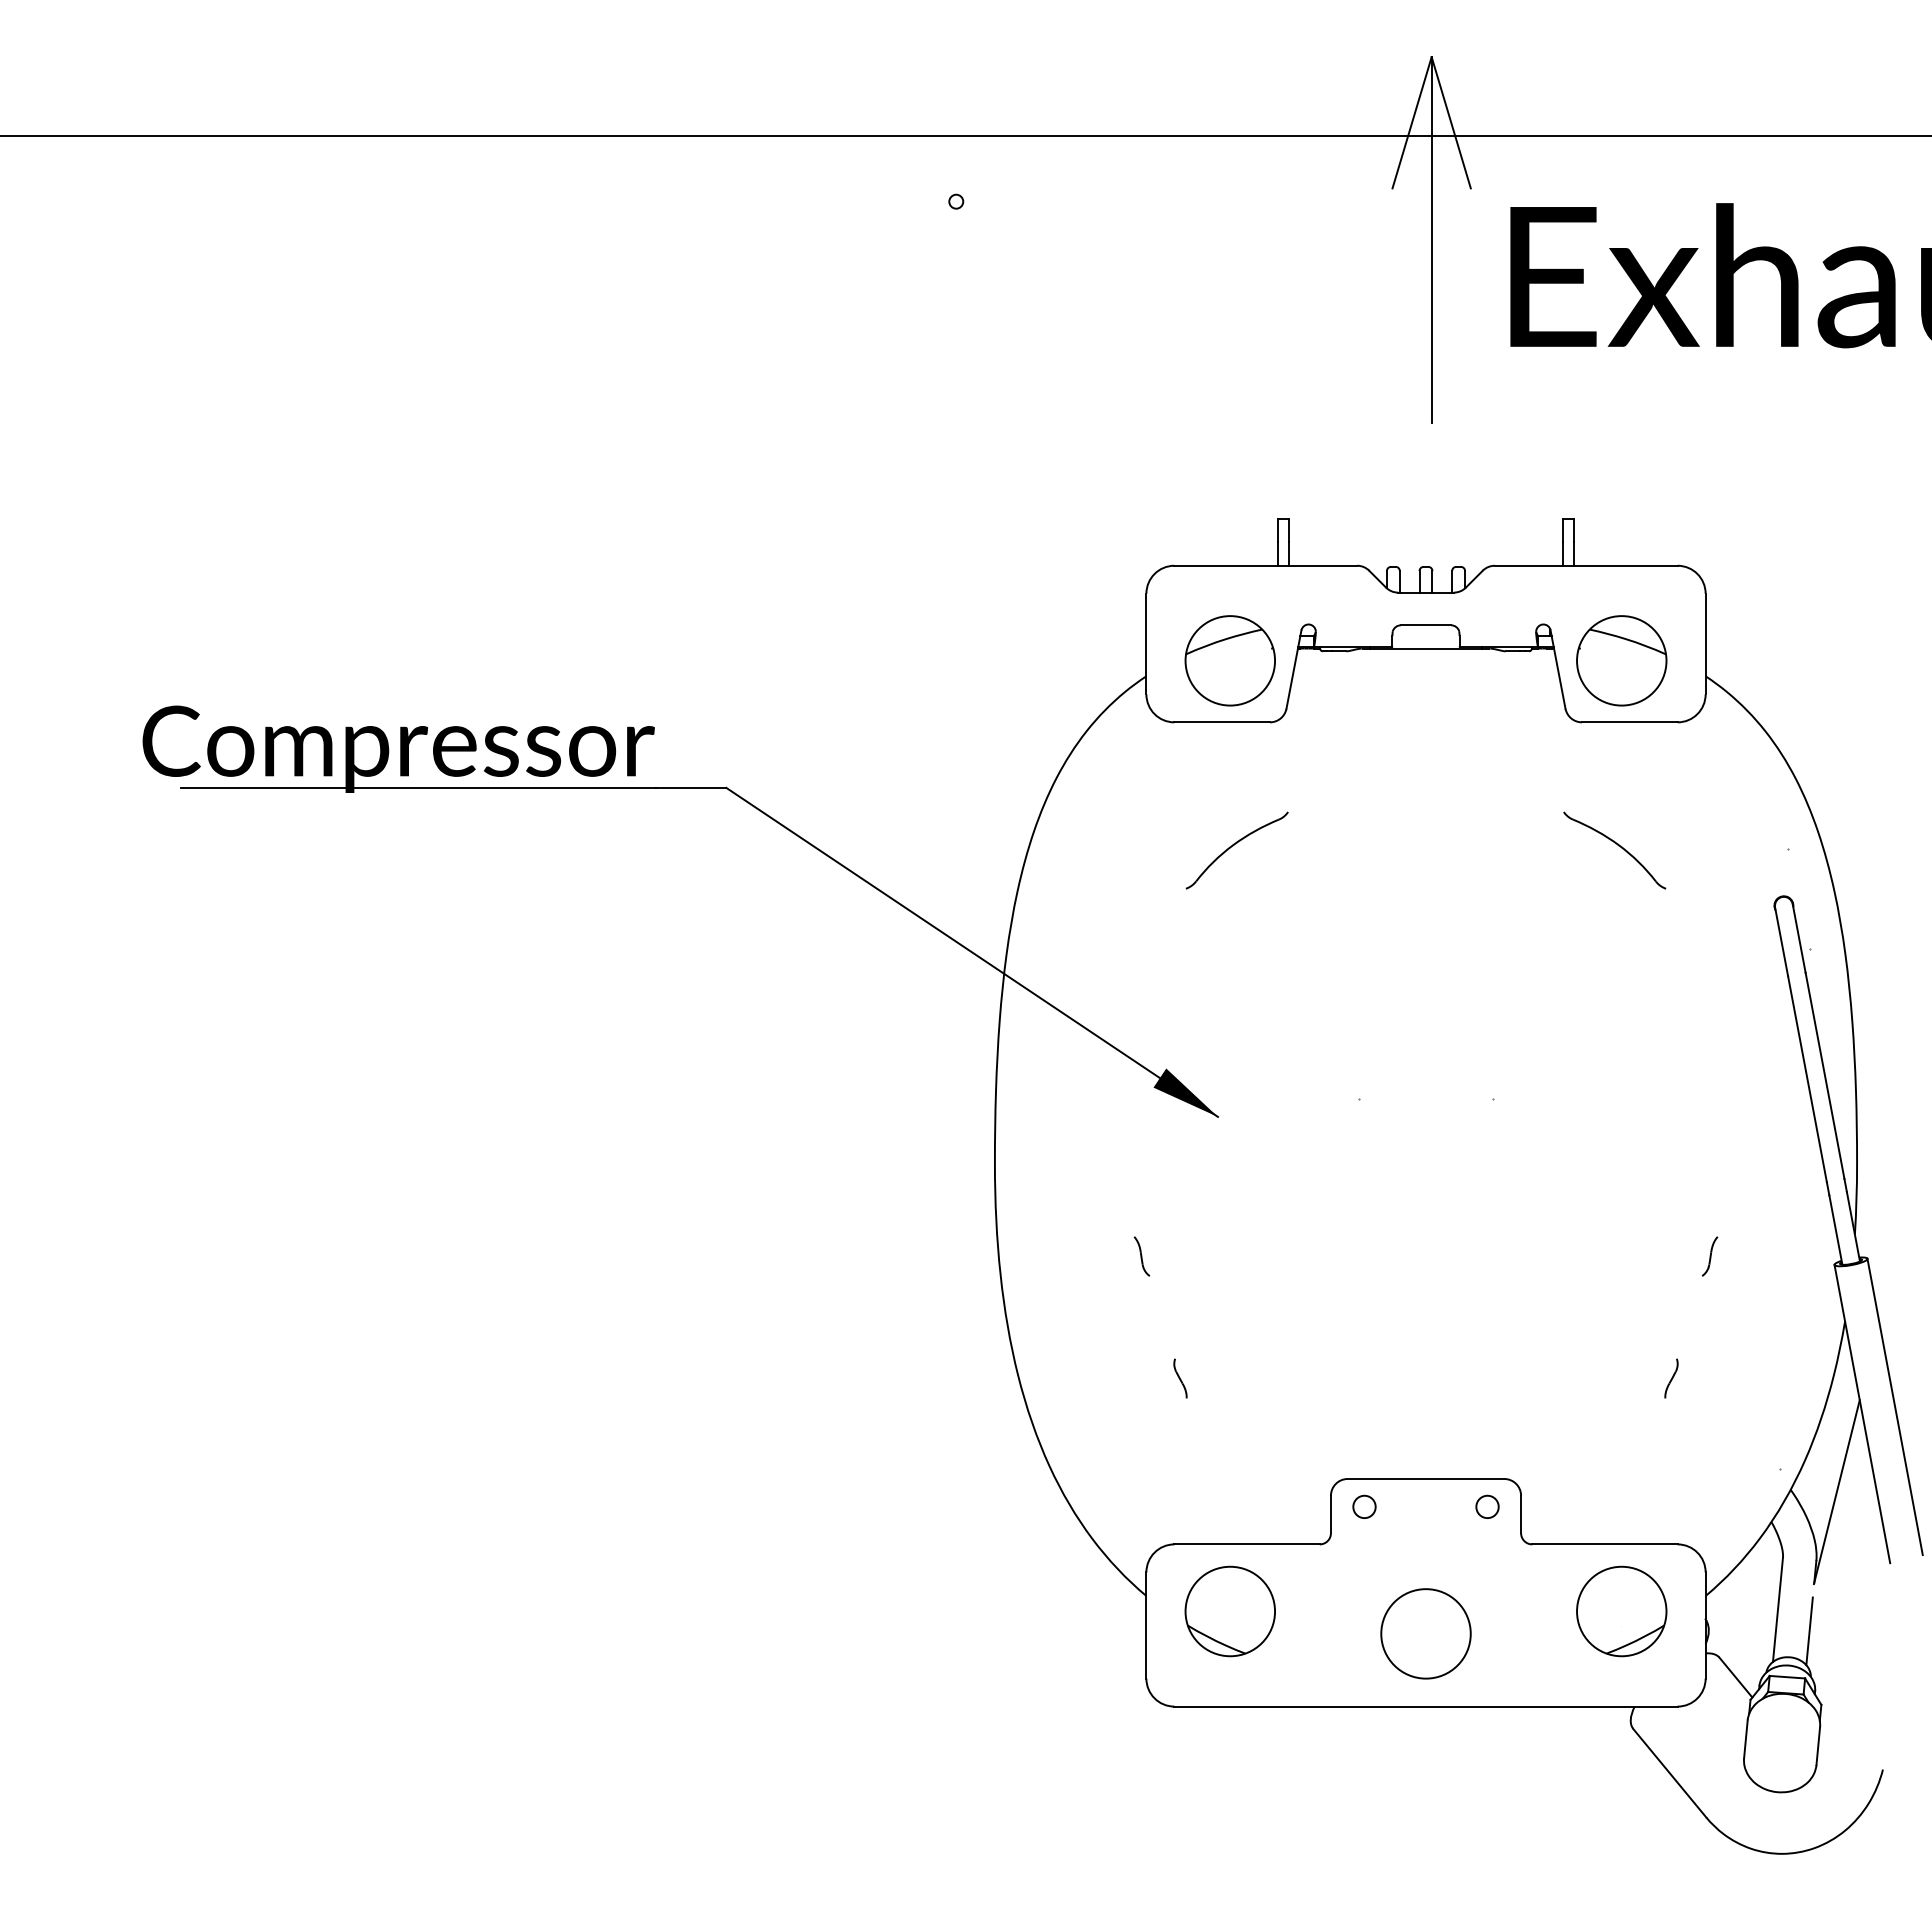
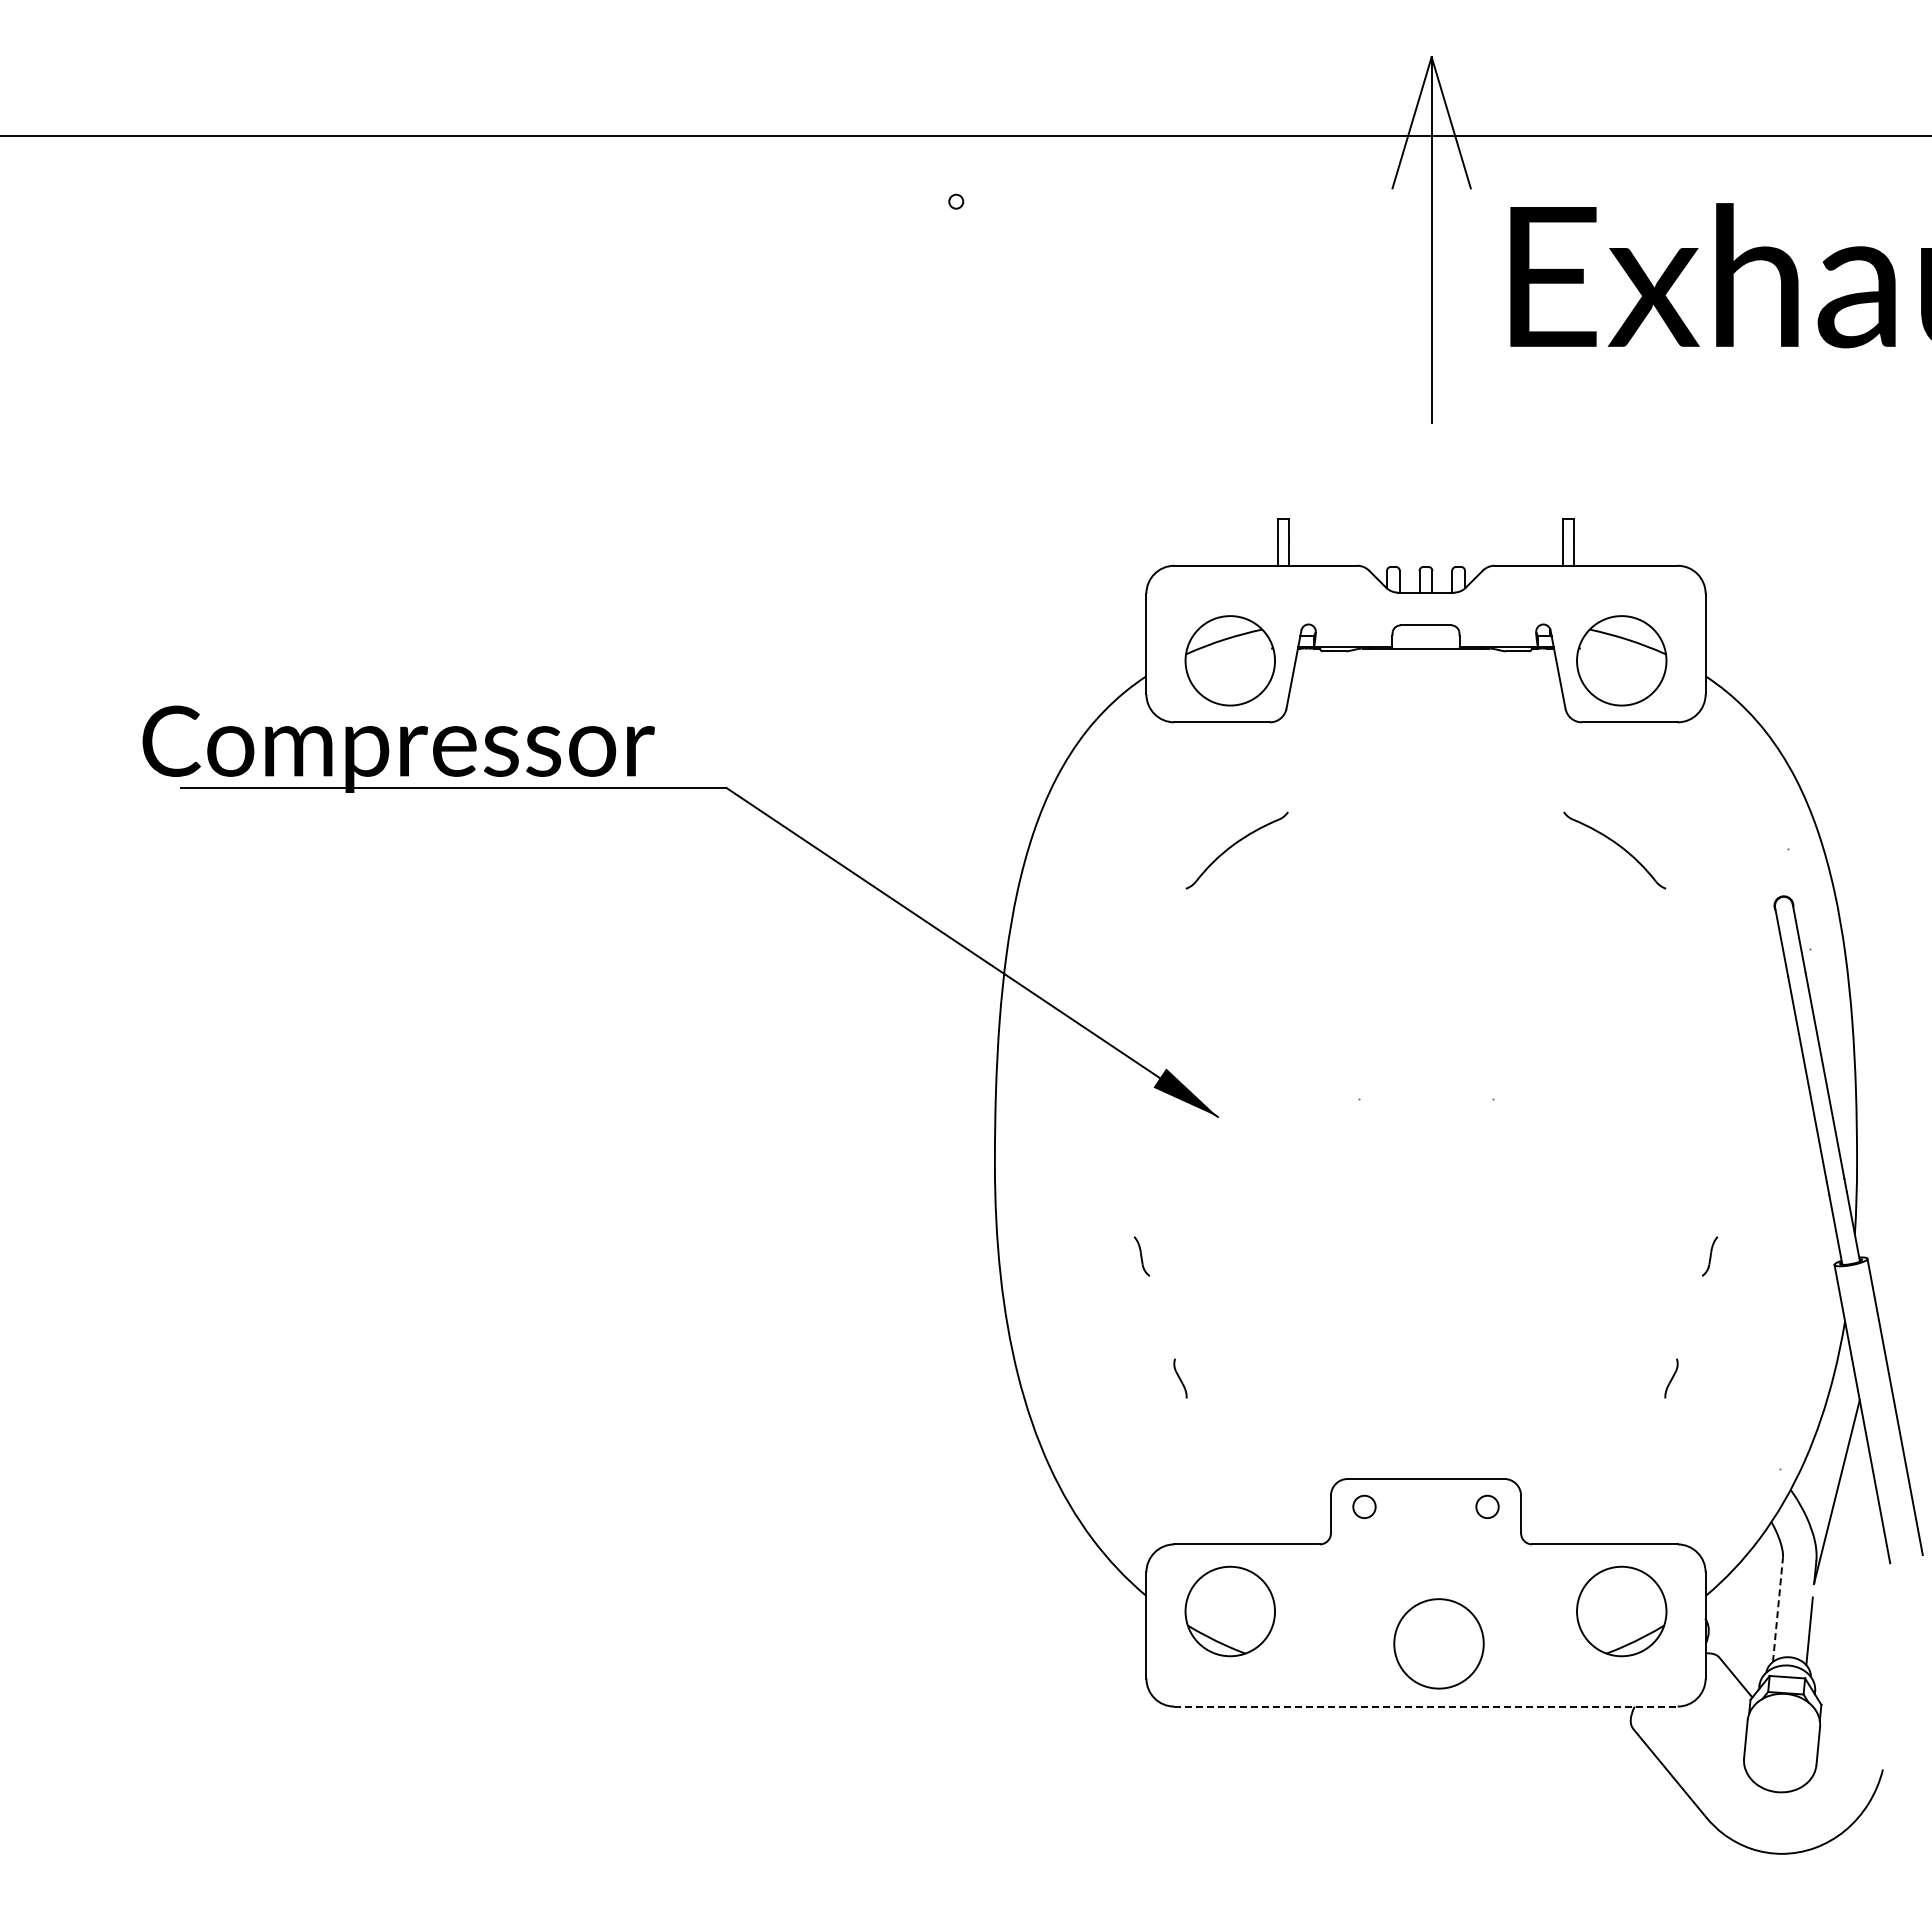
line at (1778, 1609): solid -> dashed
circle at (1425, 1633) position: (1425, 1633) -> (1438, 1643)
line at (1426, 1706): solid -> dashed
